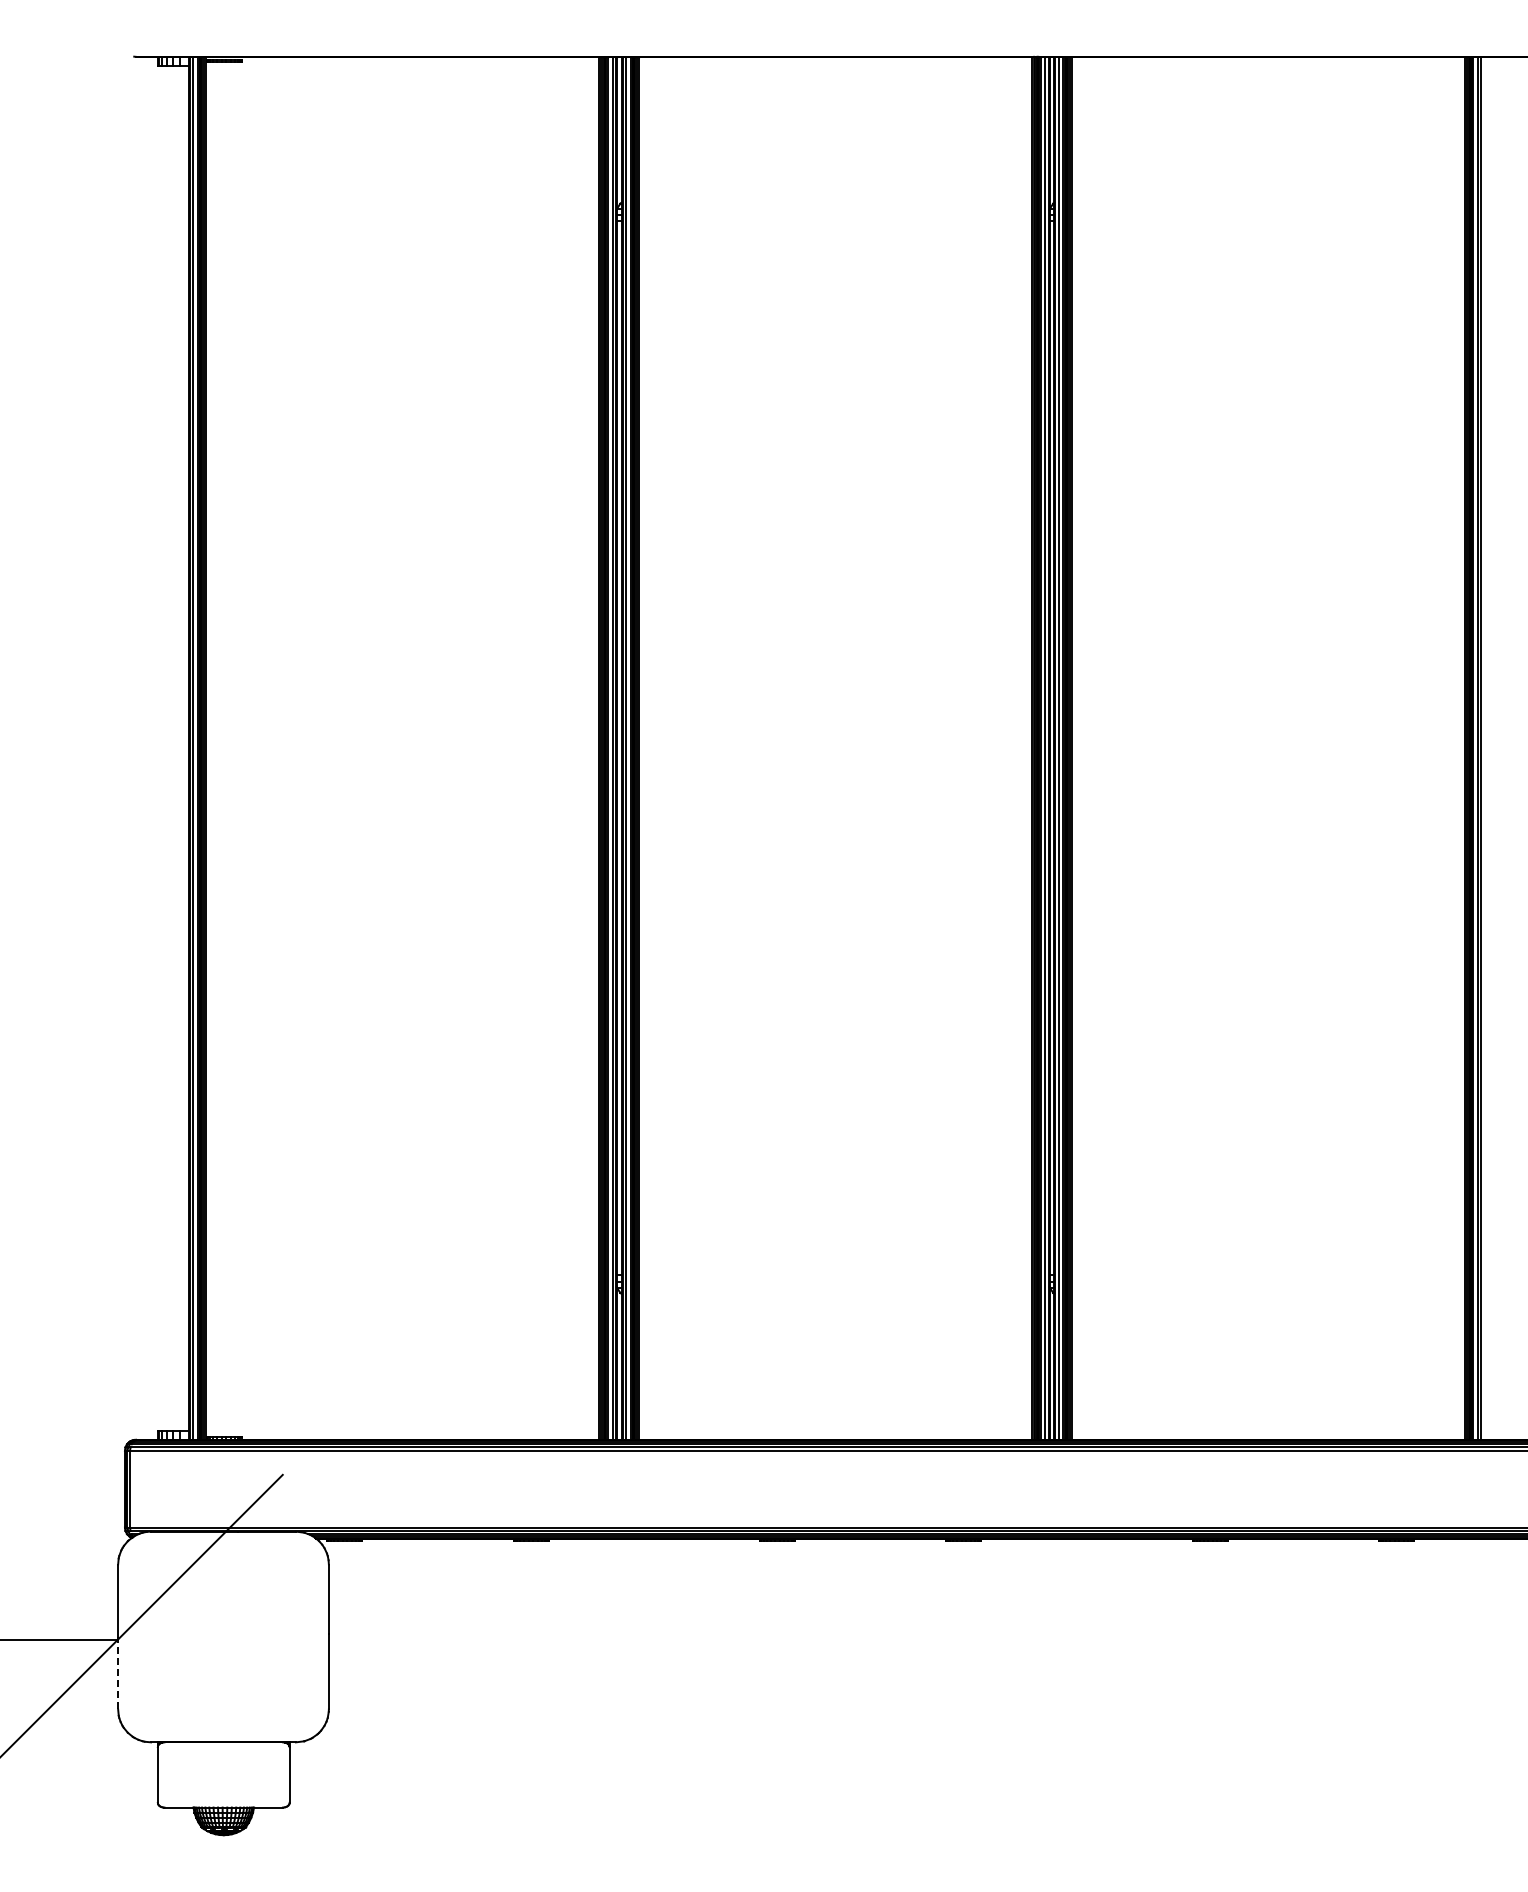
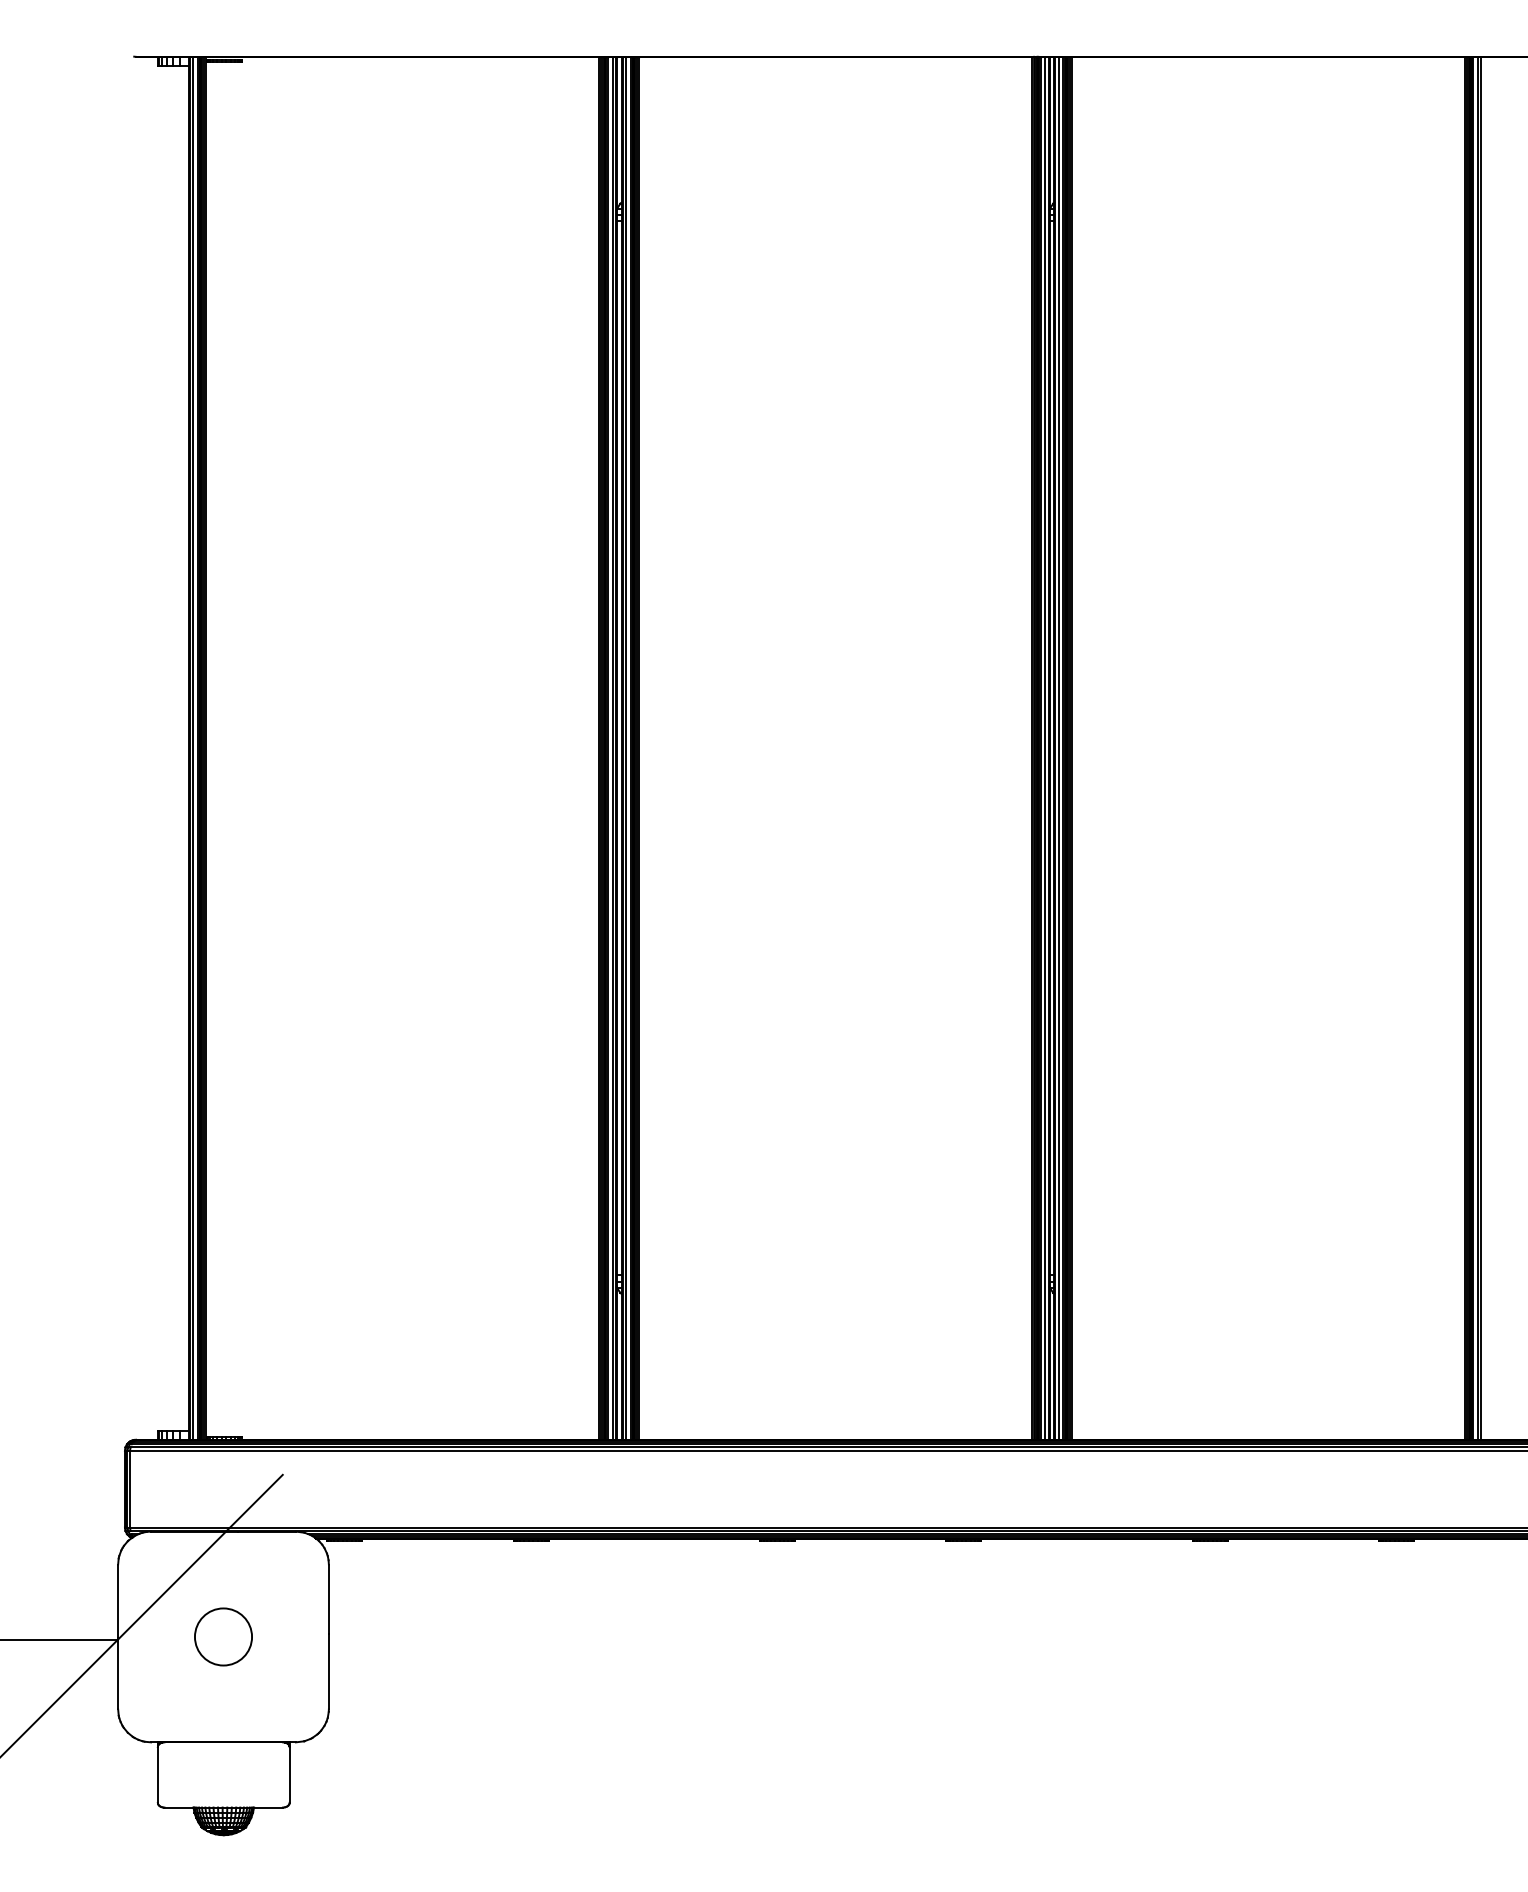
circle at (223, 1636): none -> present
line at (118, 1674): dashed -> solid
